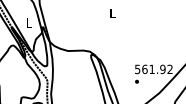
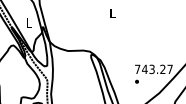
text at (153, 69): 561.92 -> 743.27
